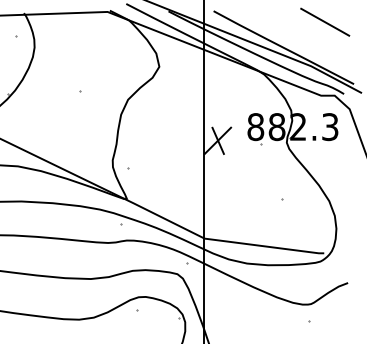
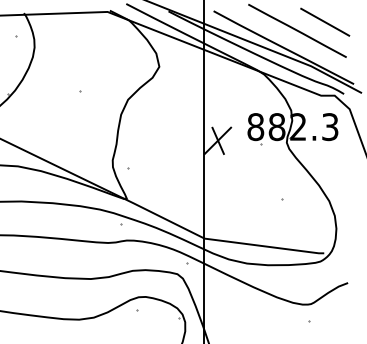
line at (297, 30): none -> present
